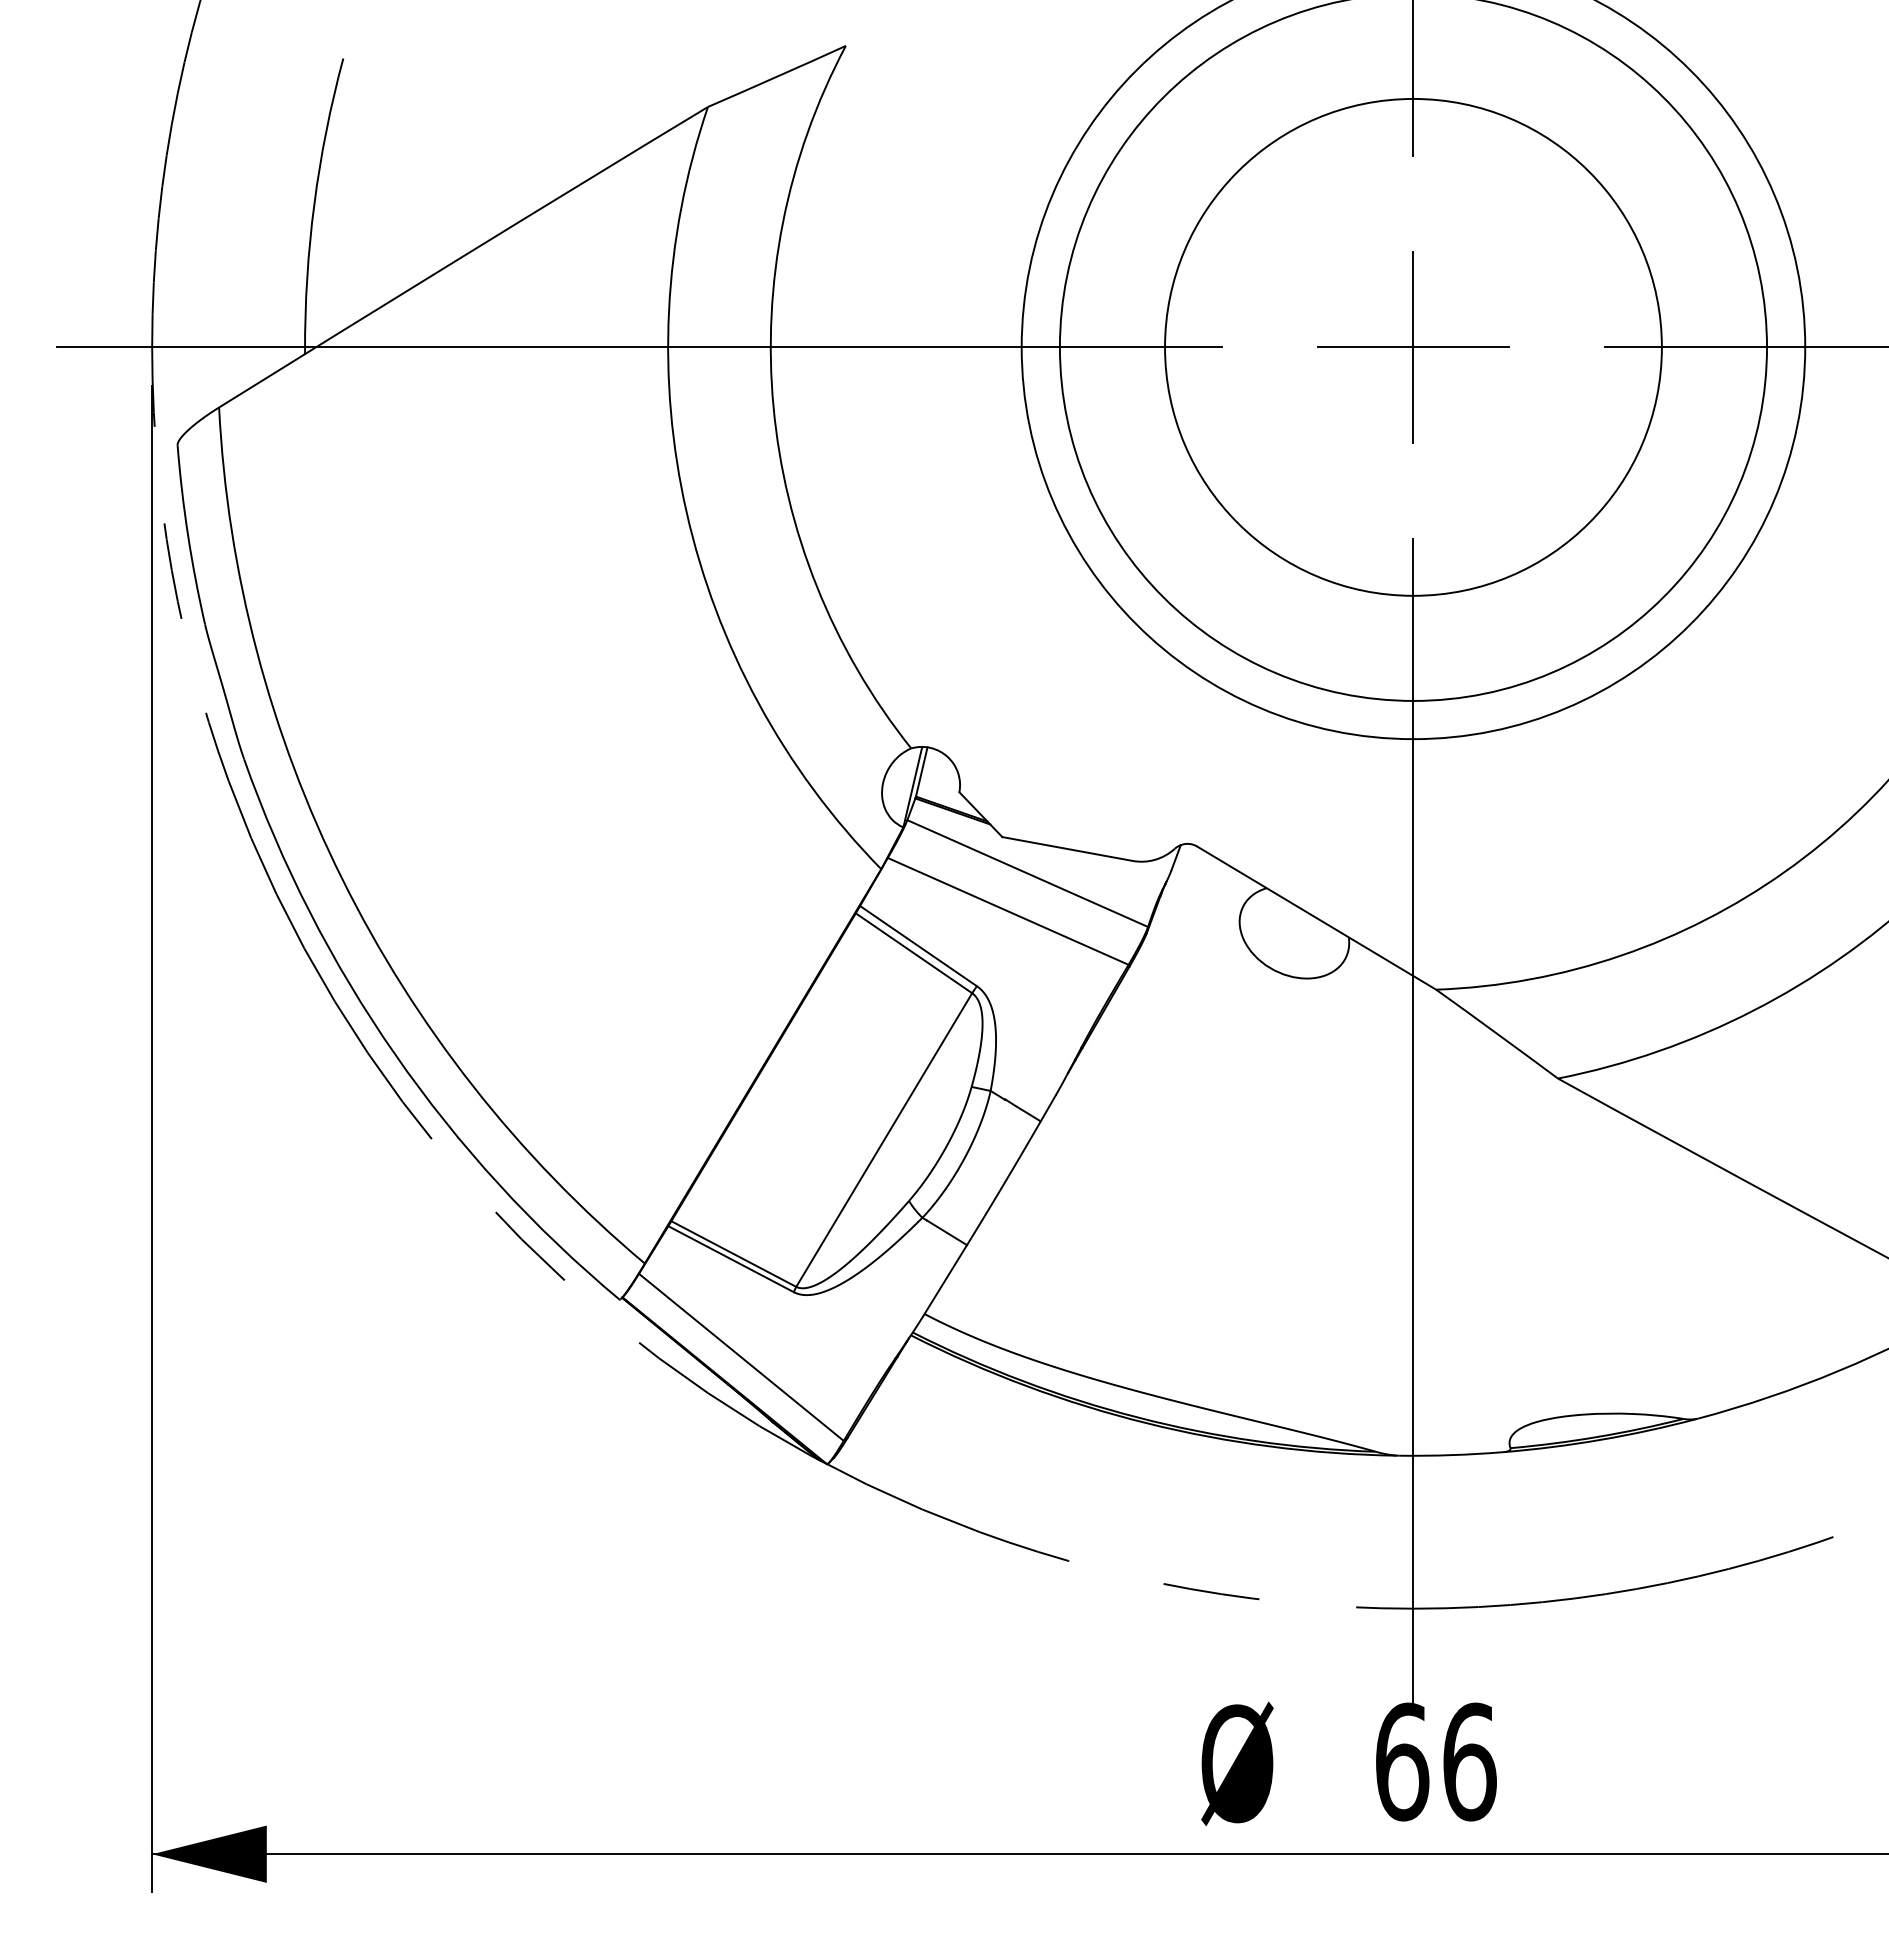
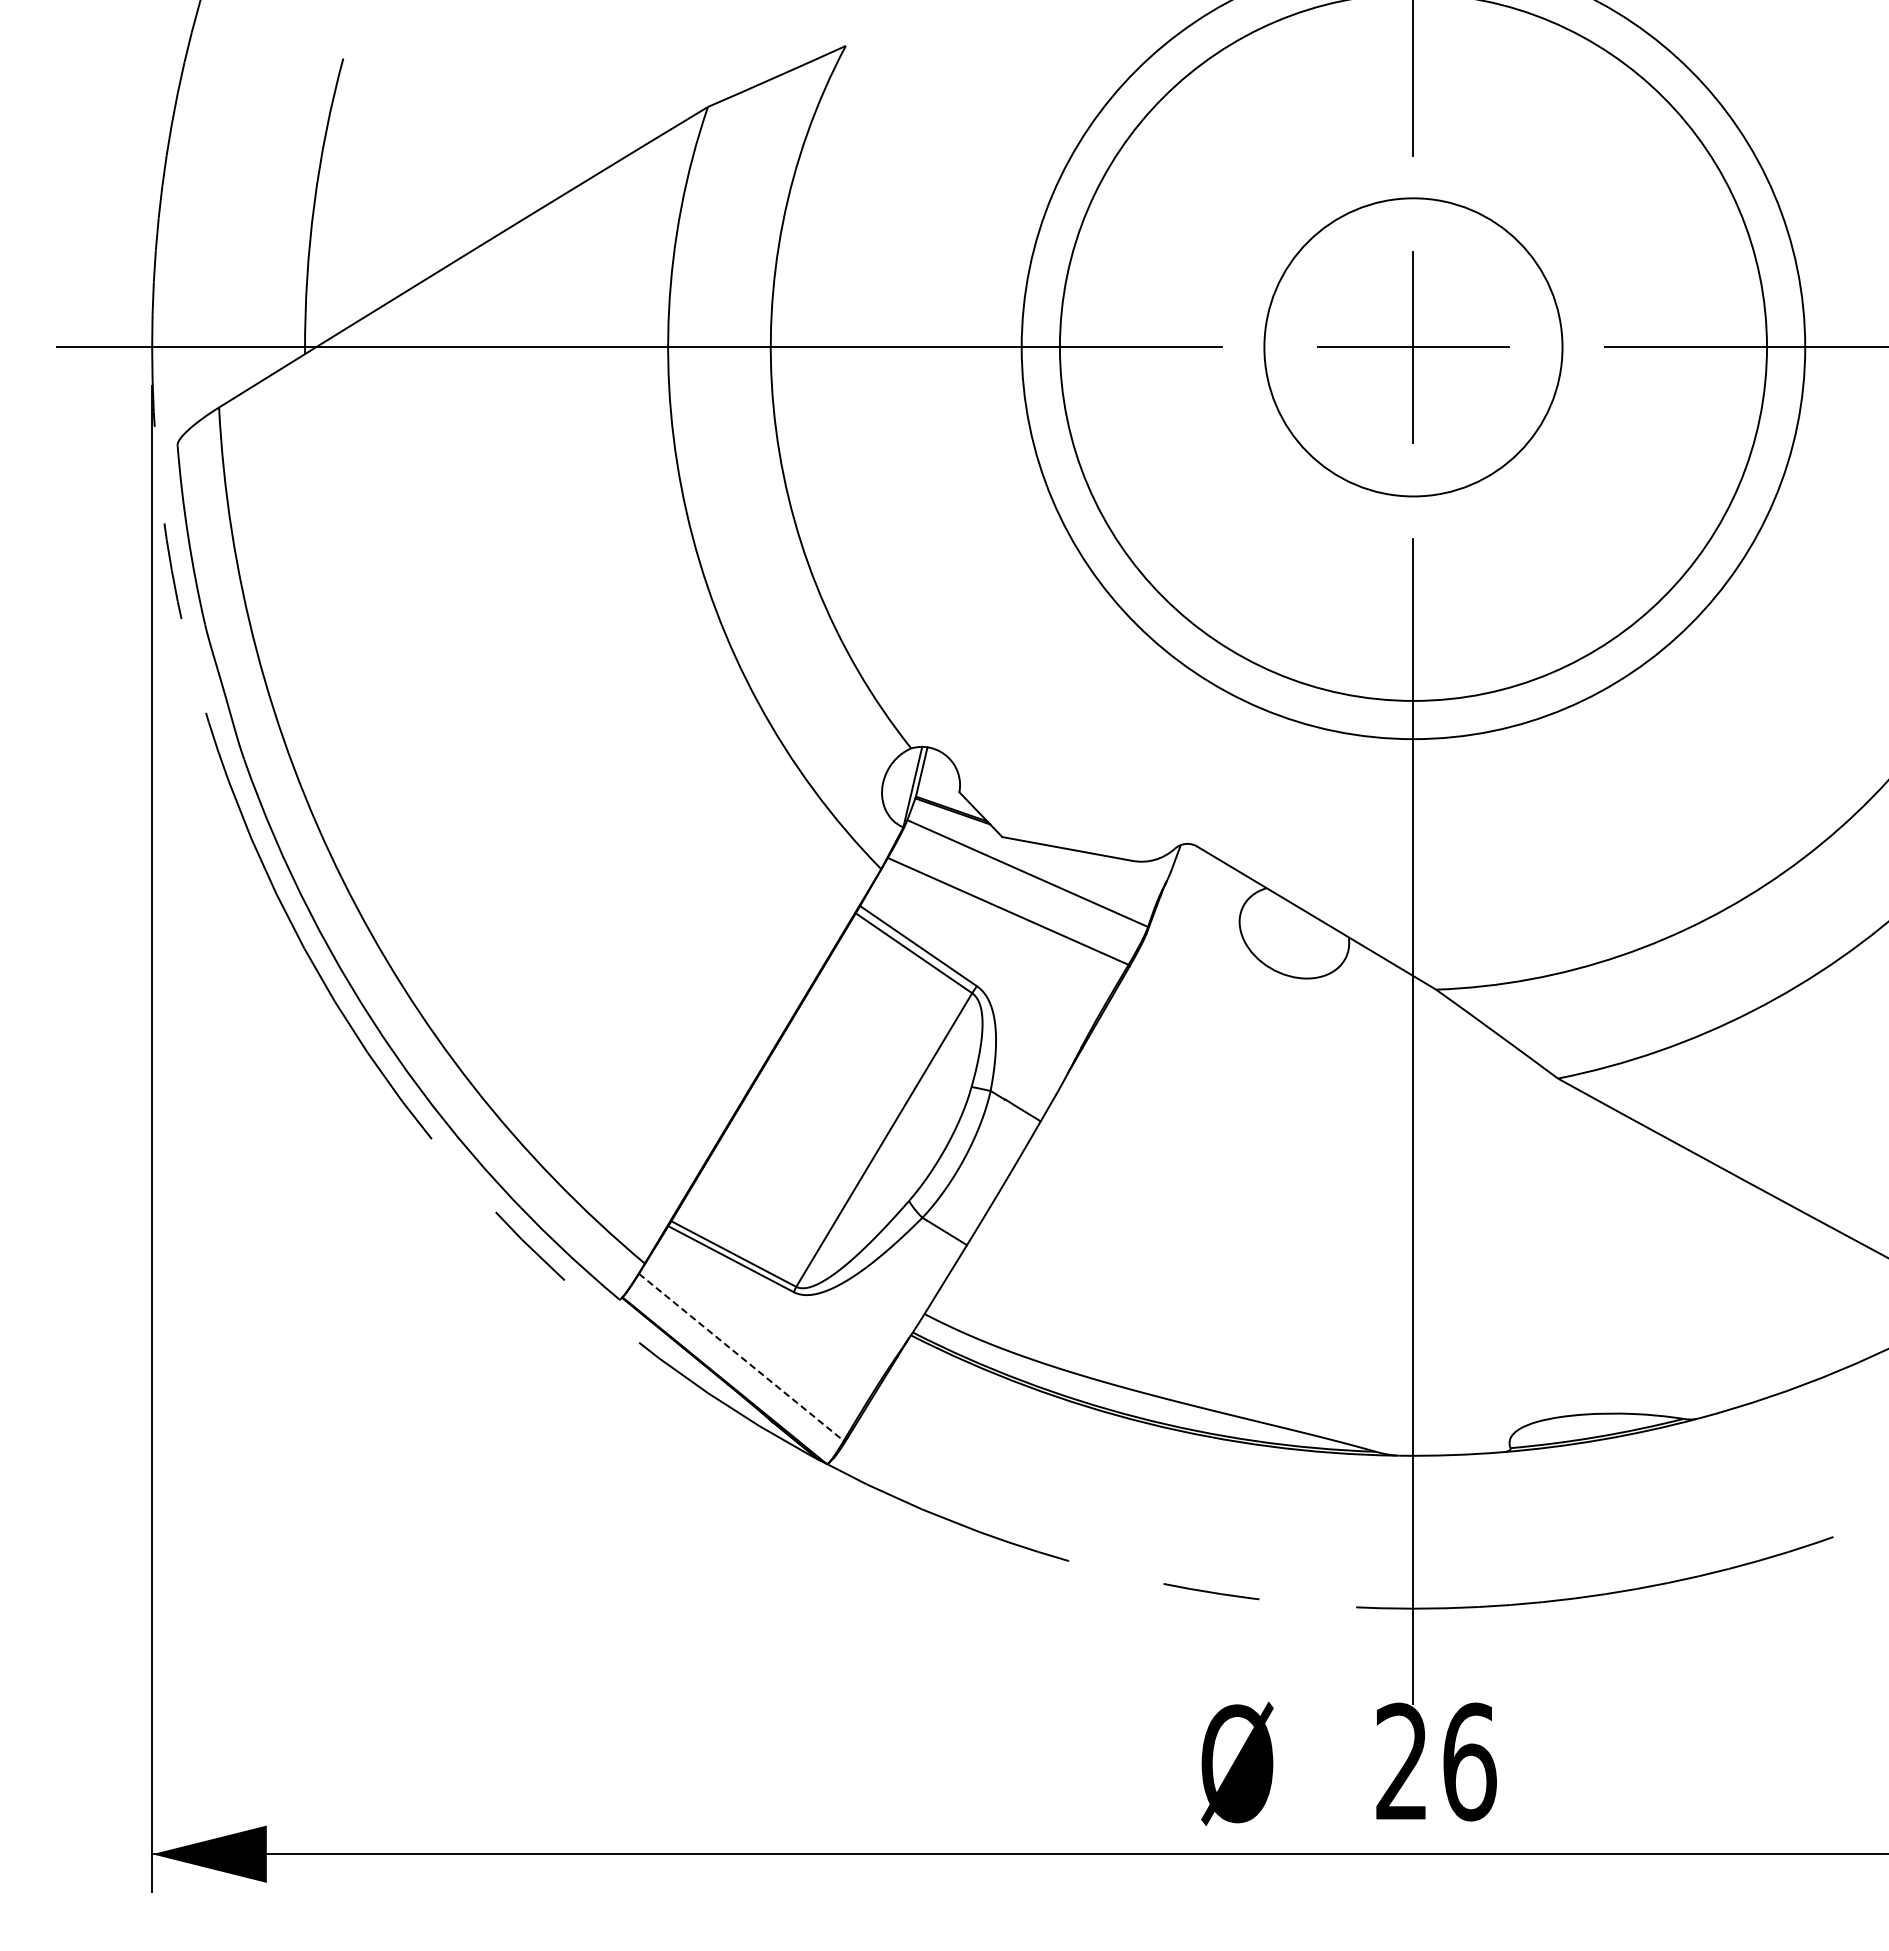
circle at (1413, 346) diameter: 497 px -> 298 px
line at (741, 1357): solid -> dashed
text at (1402, 1761): 66 -> 26
